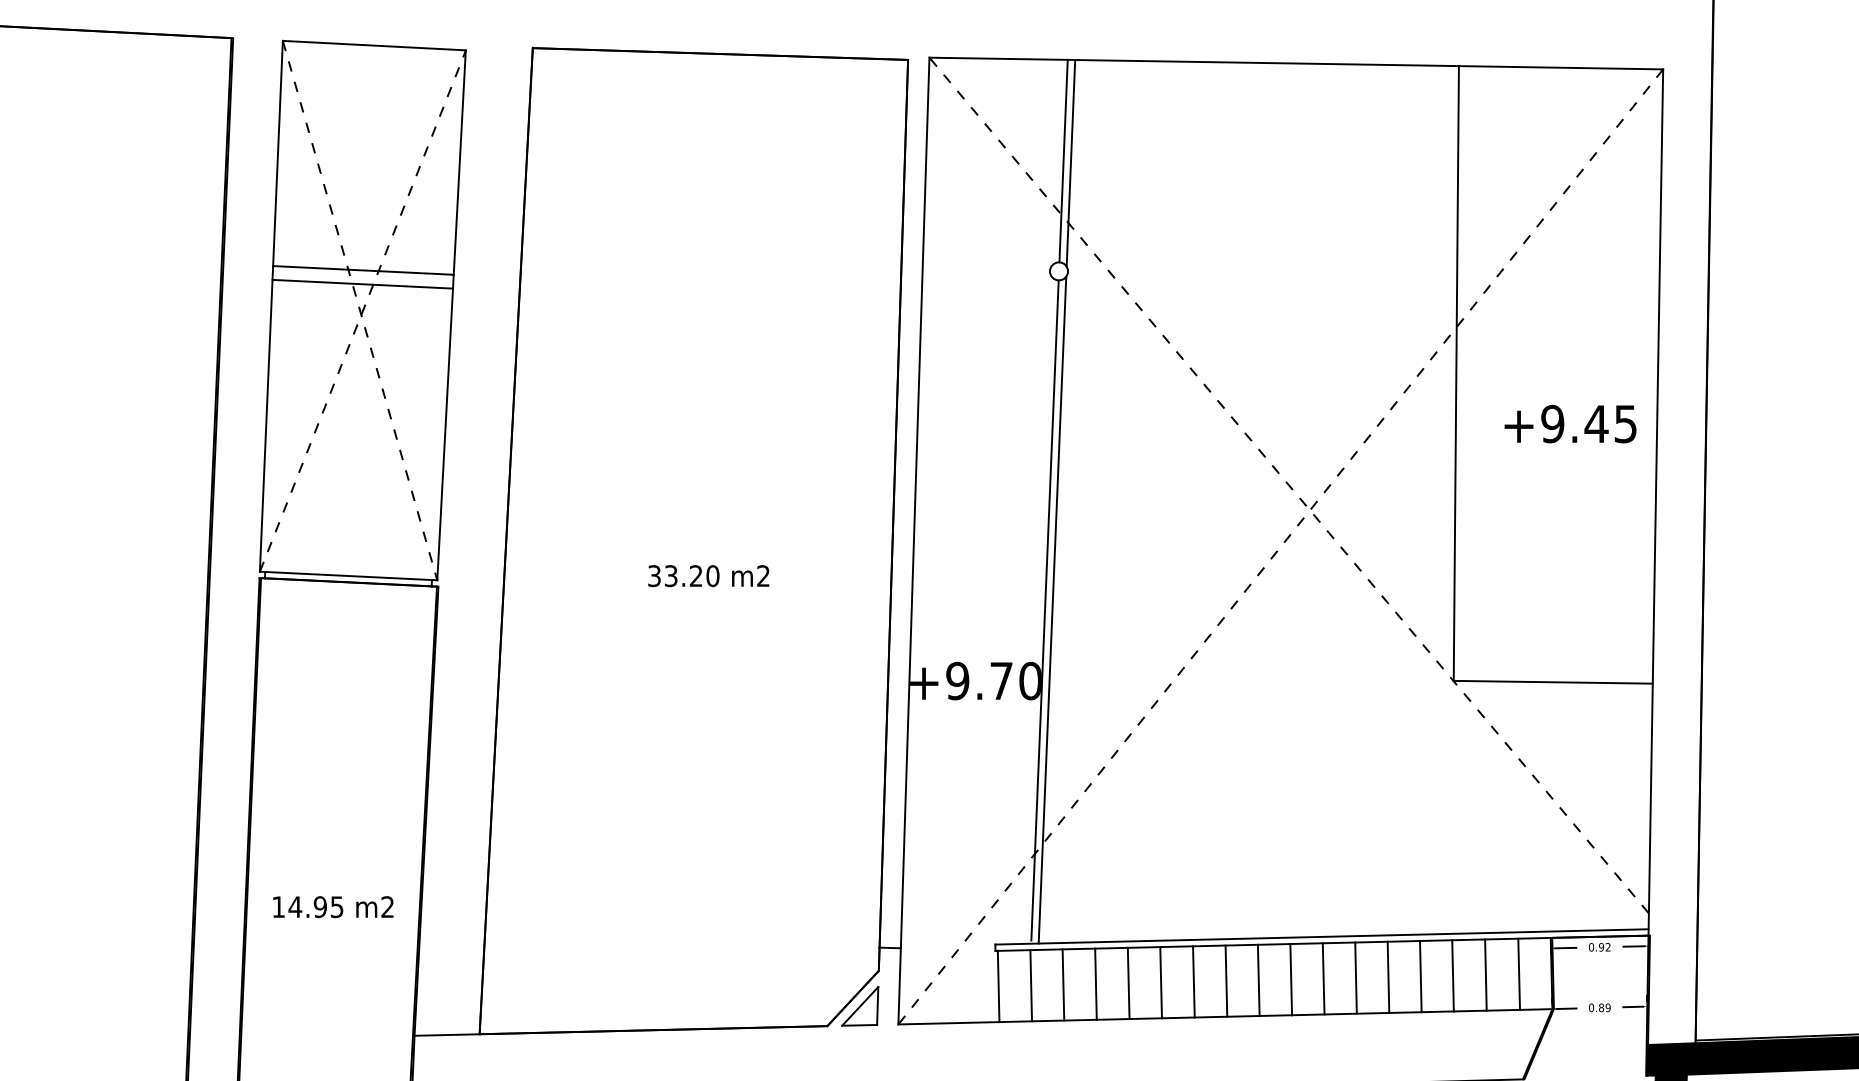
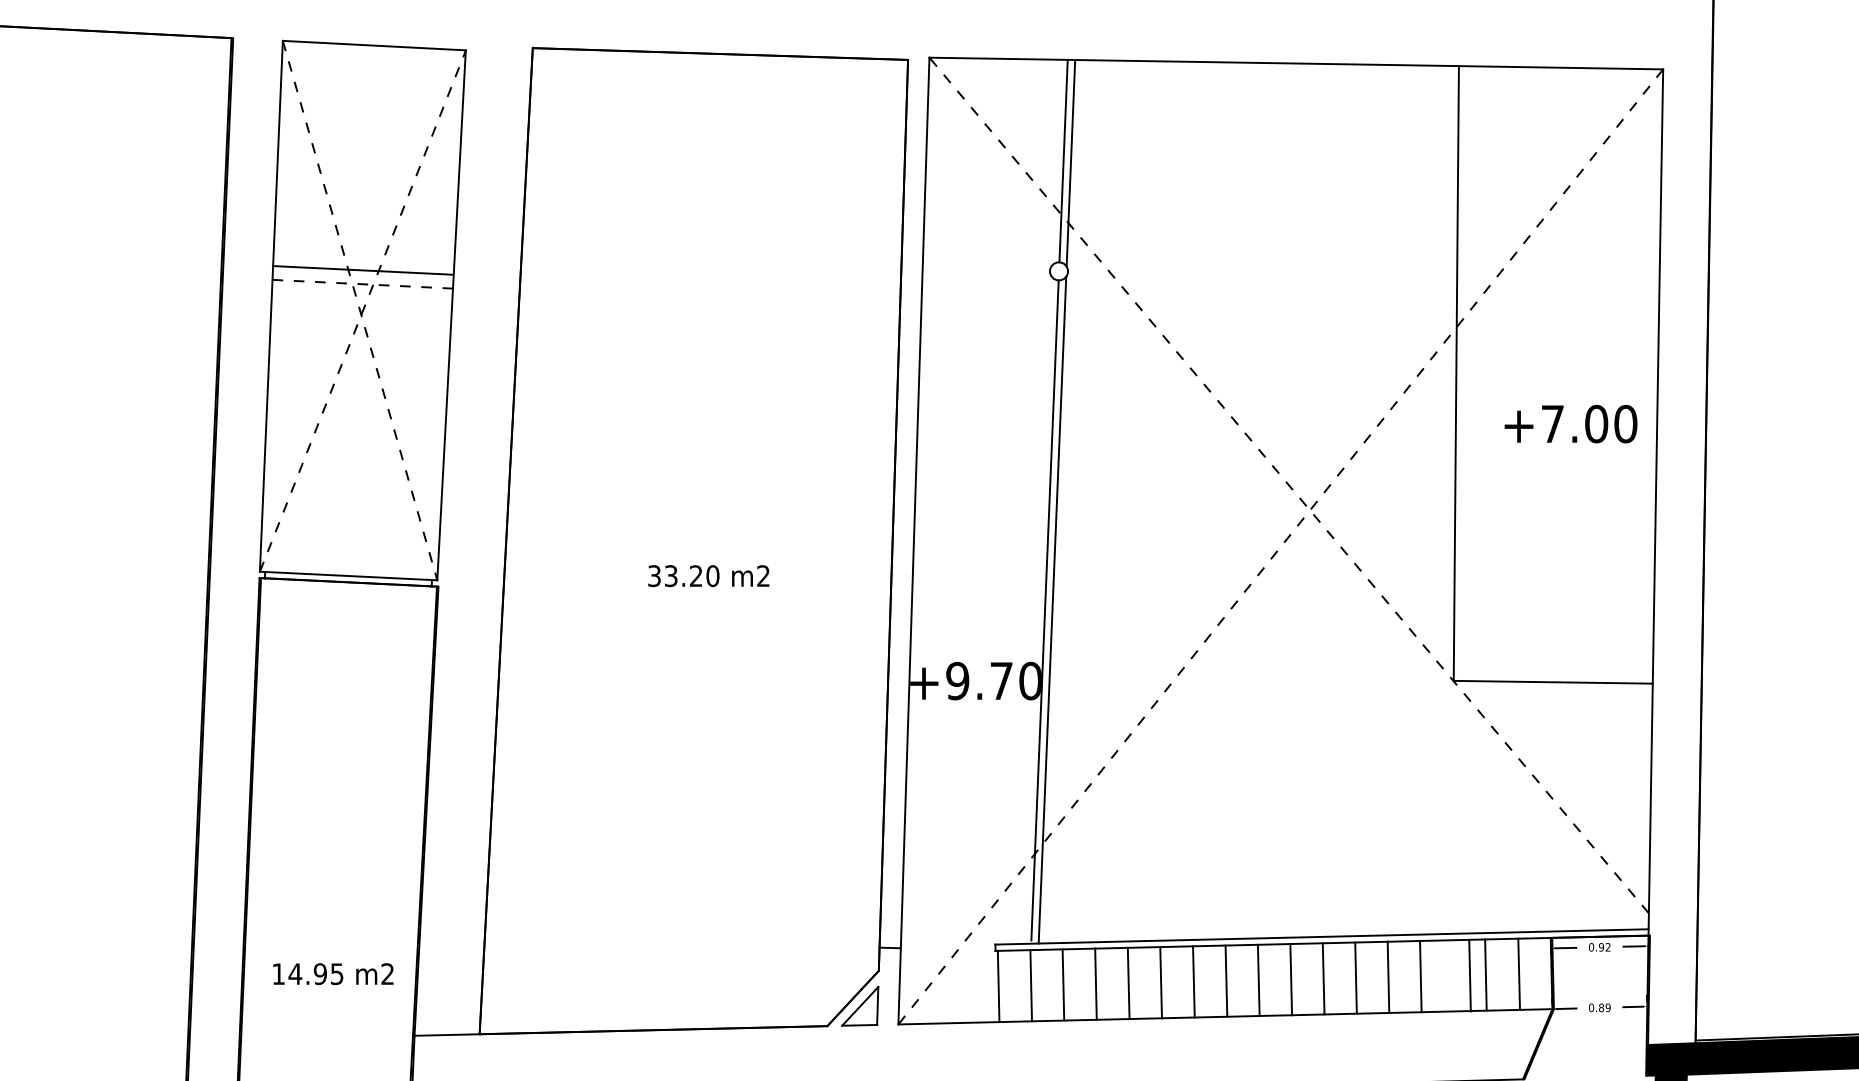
line at (363, 284): solid -> dashed
text at (1589, 423): +9.45 -> +7.00
text at (333, 907) position: (333, 907) -> (333, 974)
line at (1452, 975) position: (1452, 975) -> (1469, 975)
